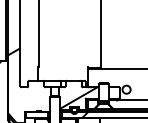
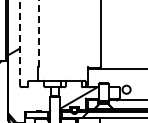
line at (38, 33): solid -> dashed
line at (20, 42): solid -> dashed
